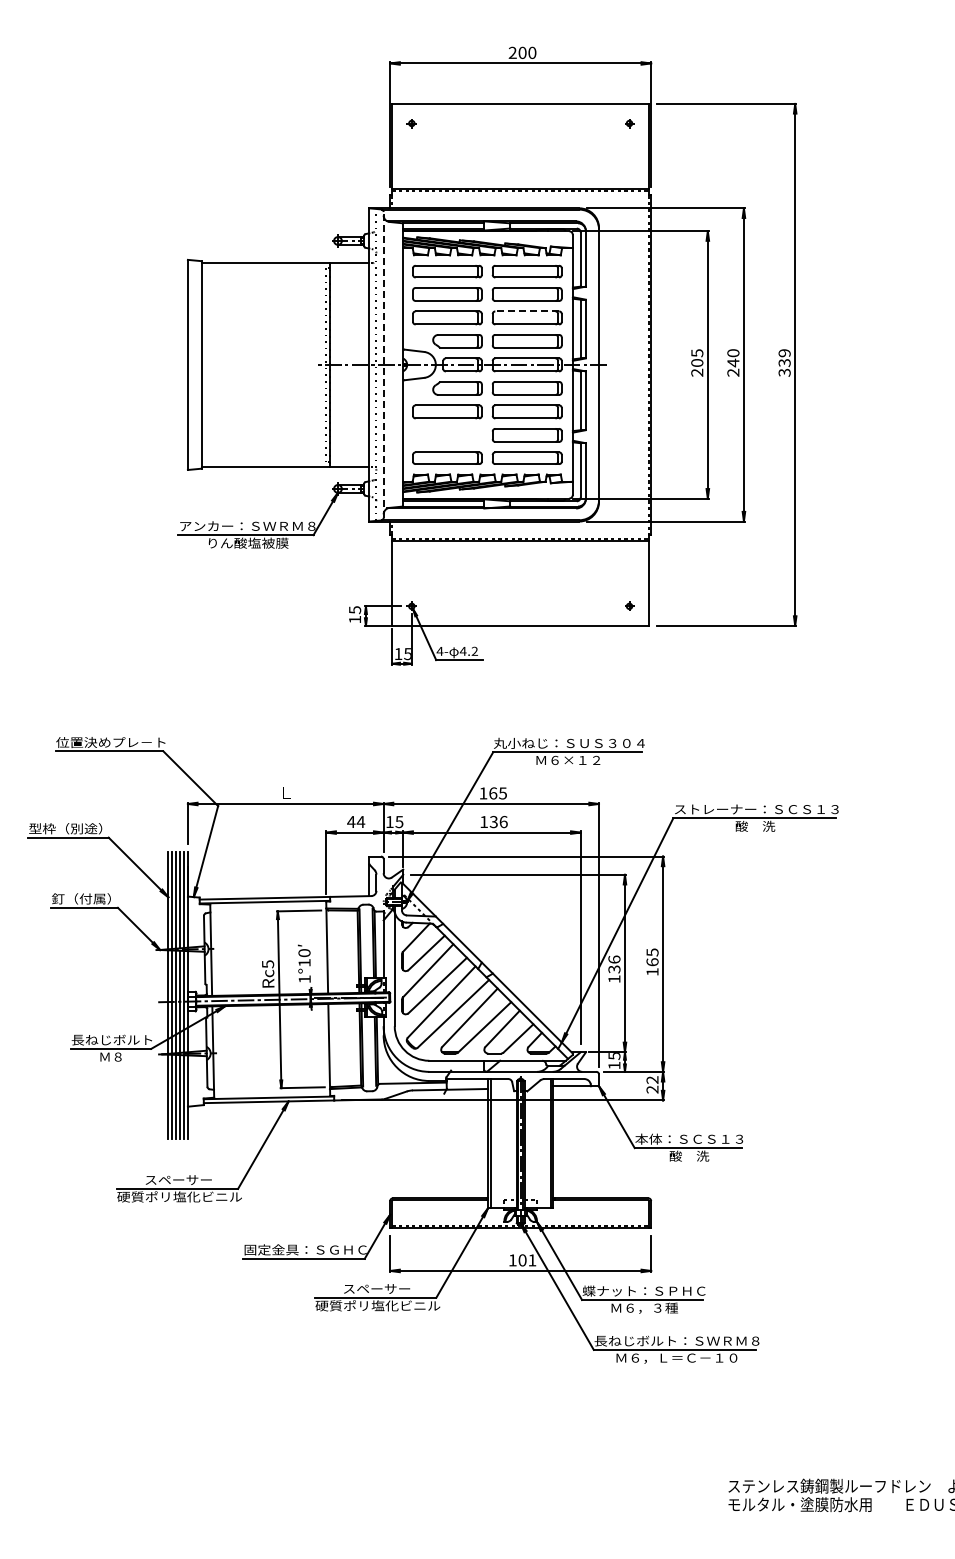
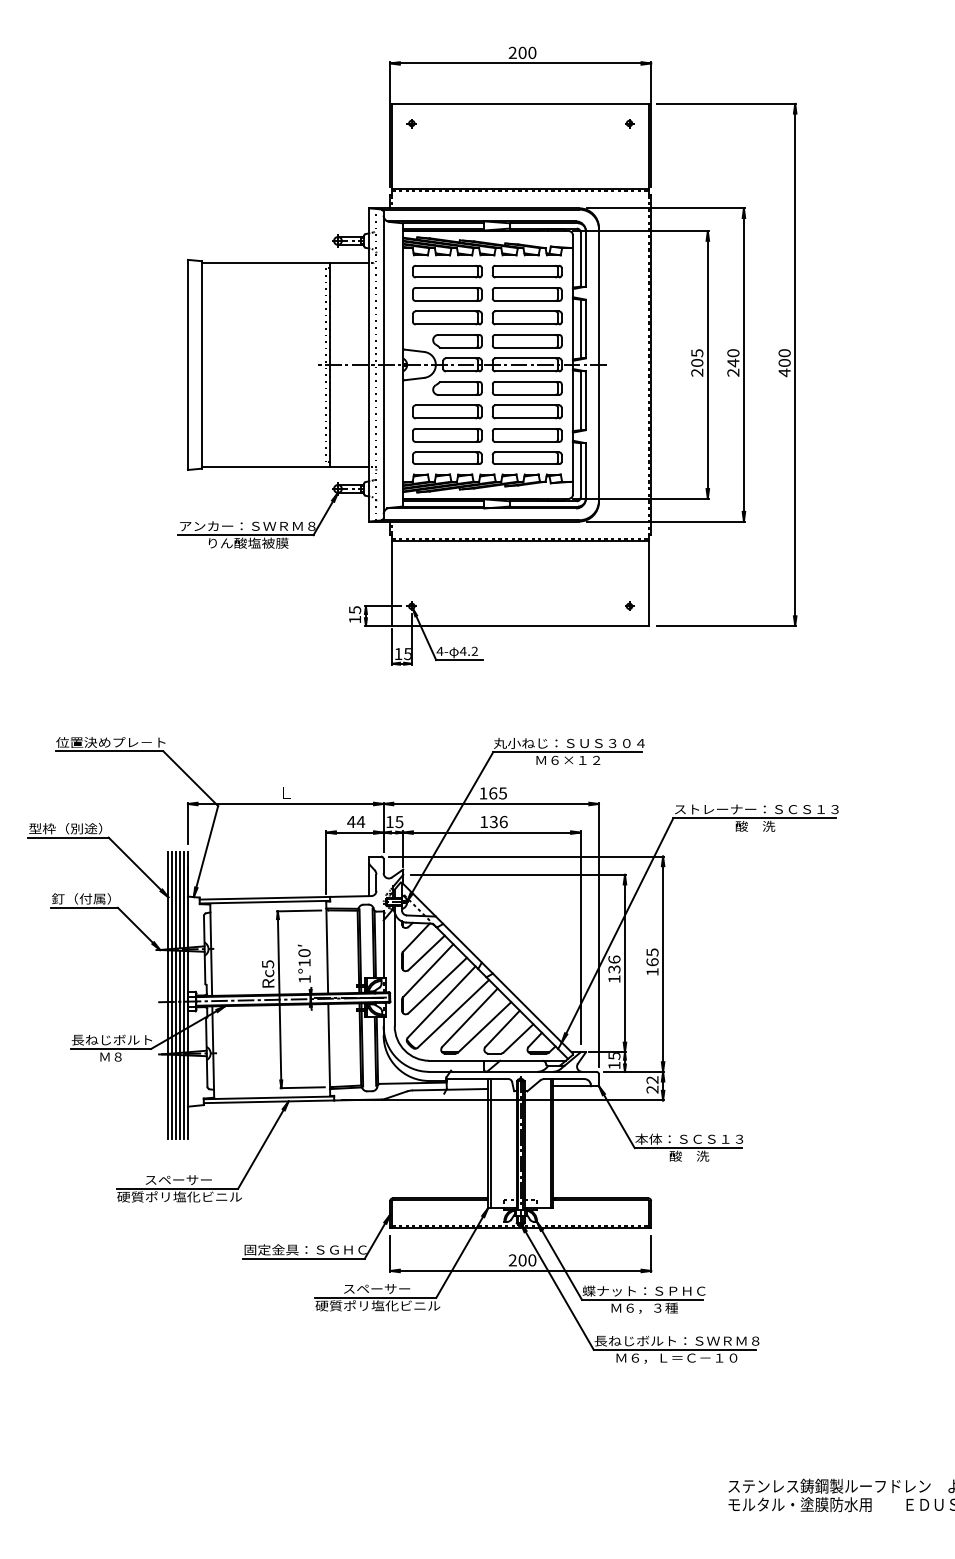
line at (527, 311): dashed -> solid
text at (784, 363): 339 -> 400
line at (383, 364): dashed -> solid
part at (447, 435): none -> present
text at (522, 1260): 101 -> 200
